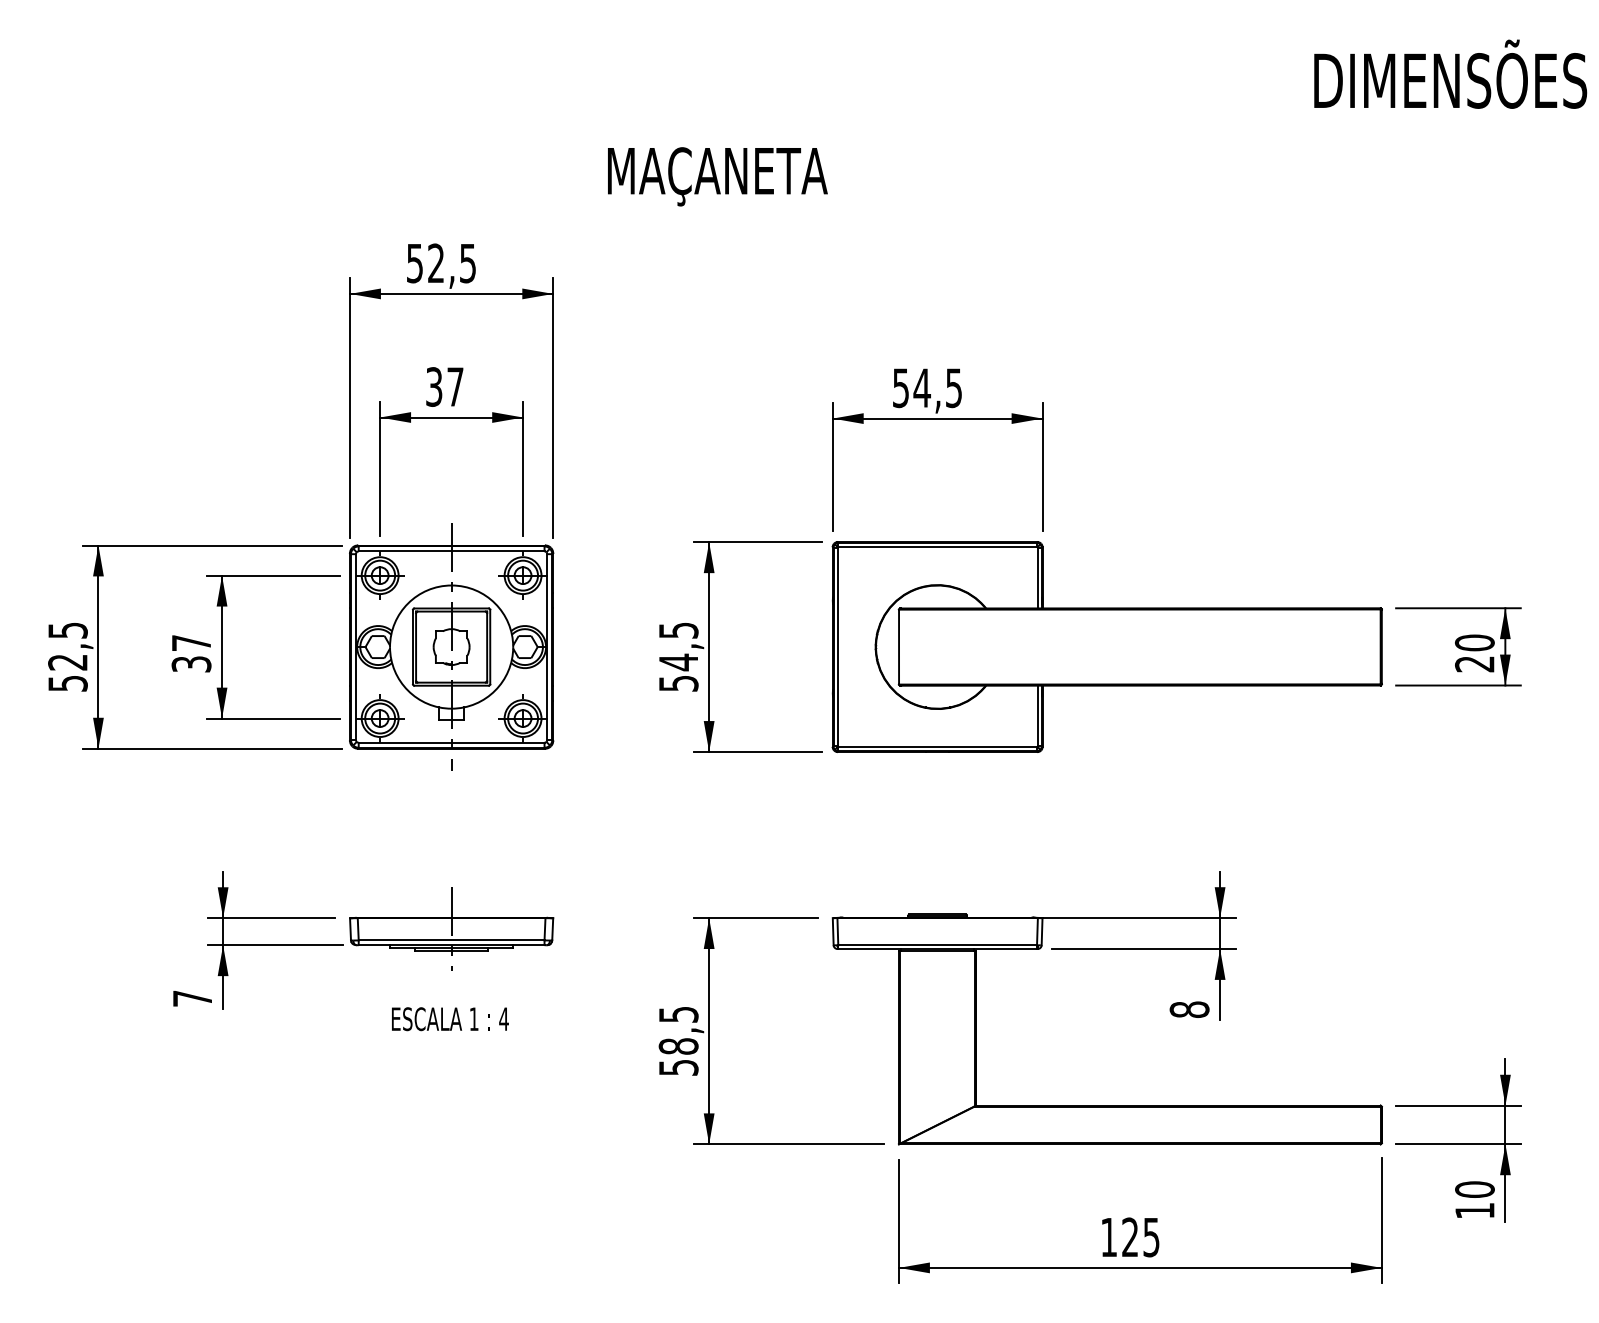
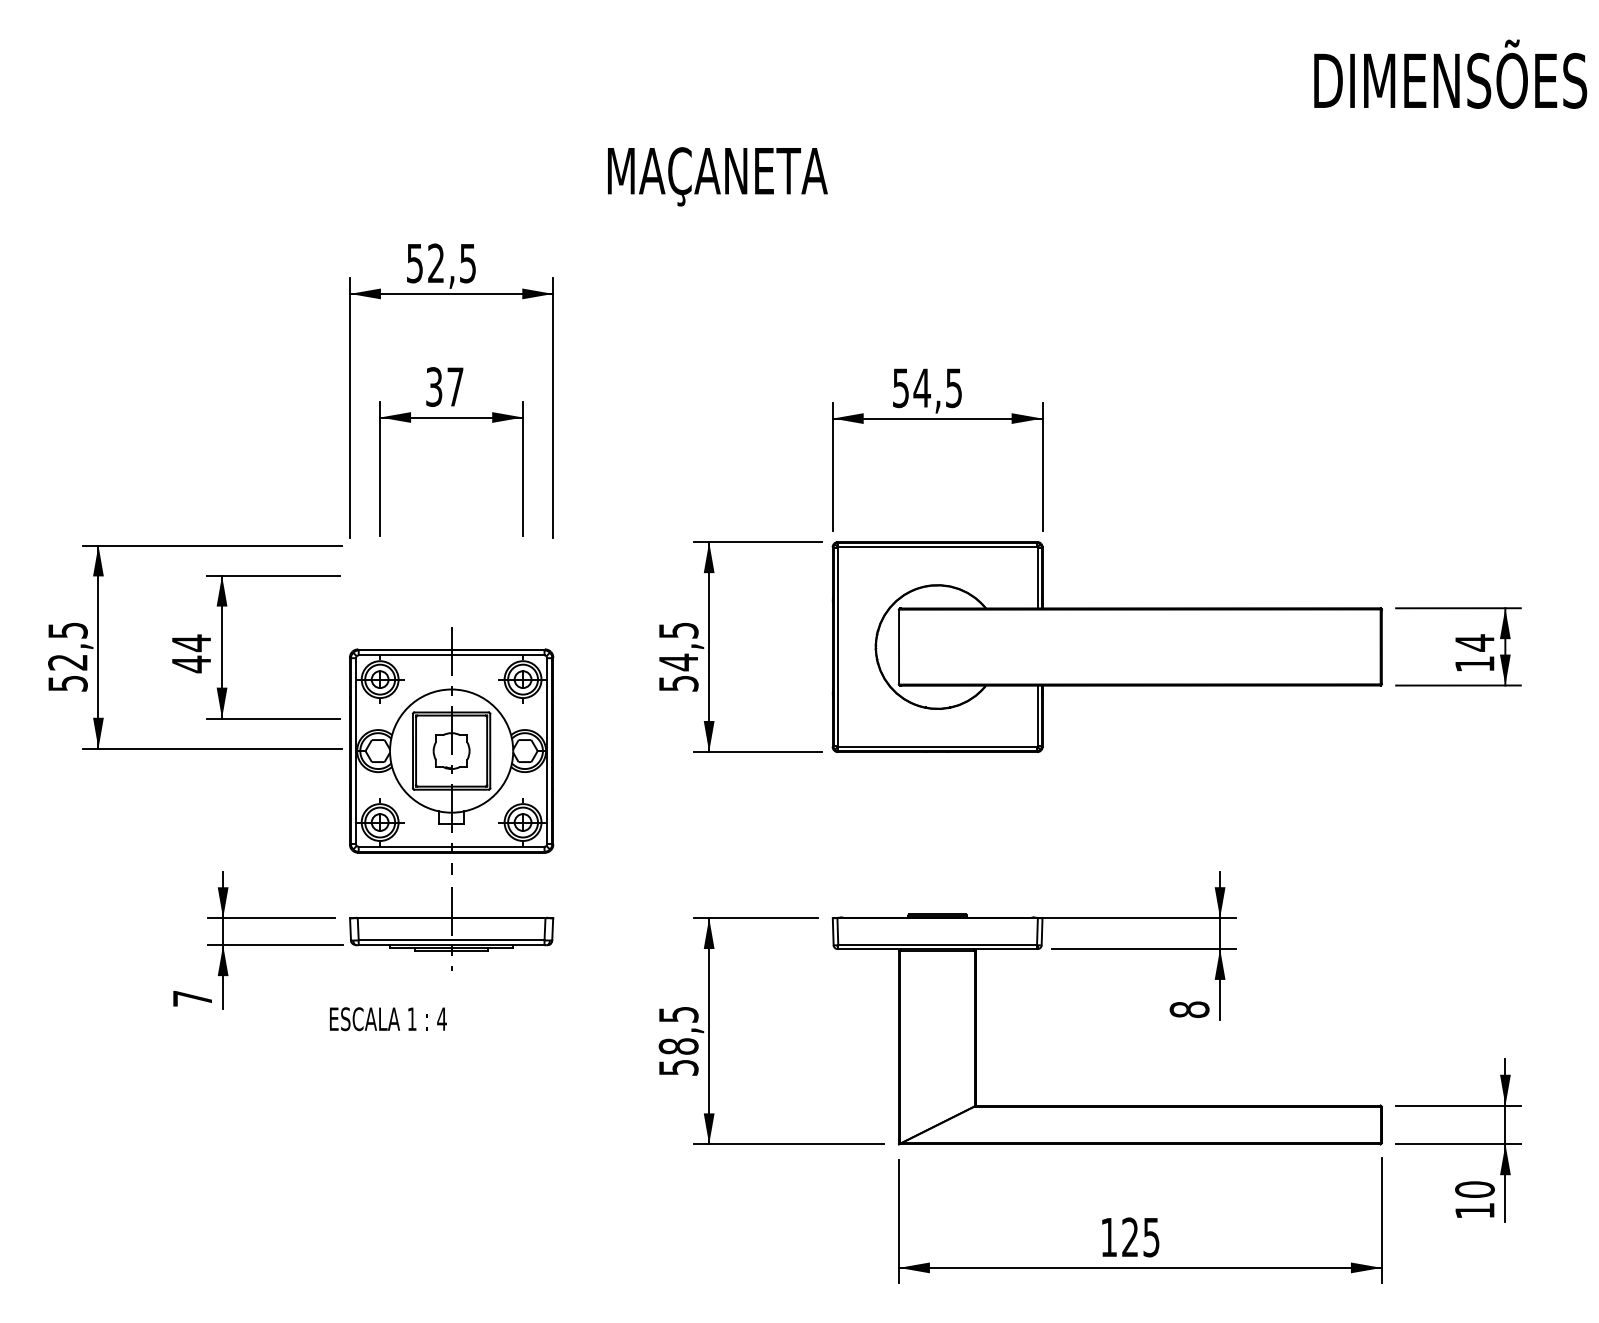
part at (451, 646) position: (451, 646) -> (451, 750)
text at (191, 653): 37 -> 44
text at (1474, 653): 20 -> 14
text at (450, 1019) position: (450, 1019) -> (388, 1019)
